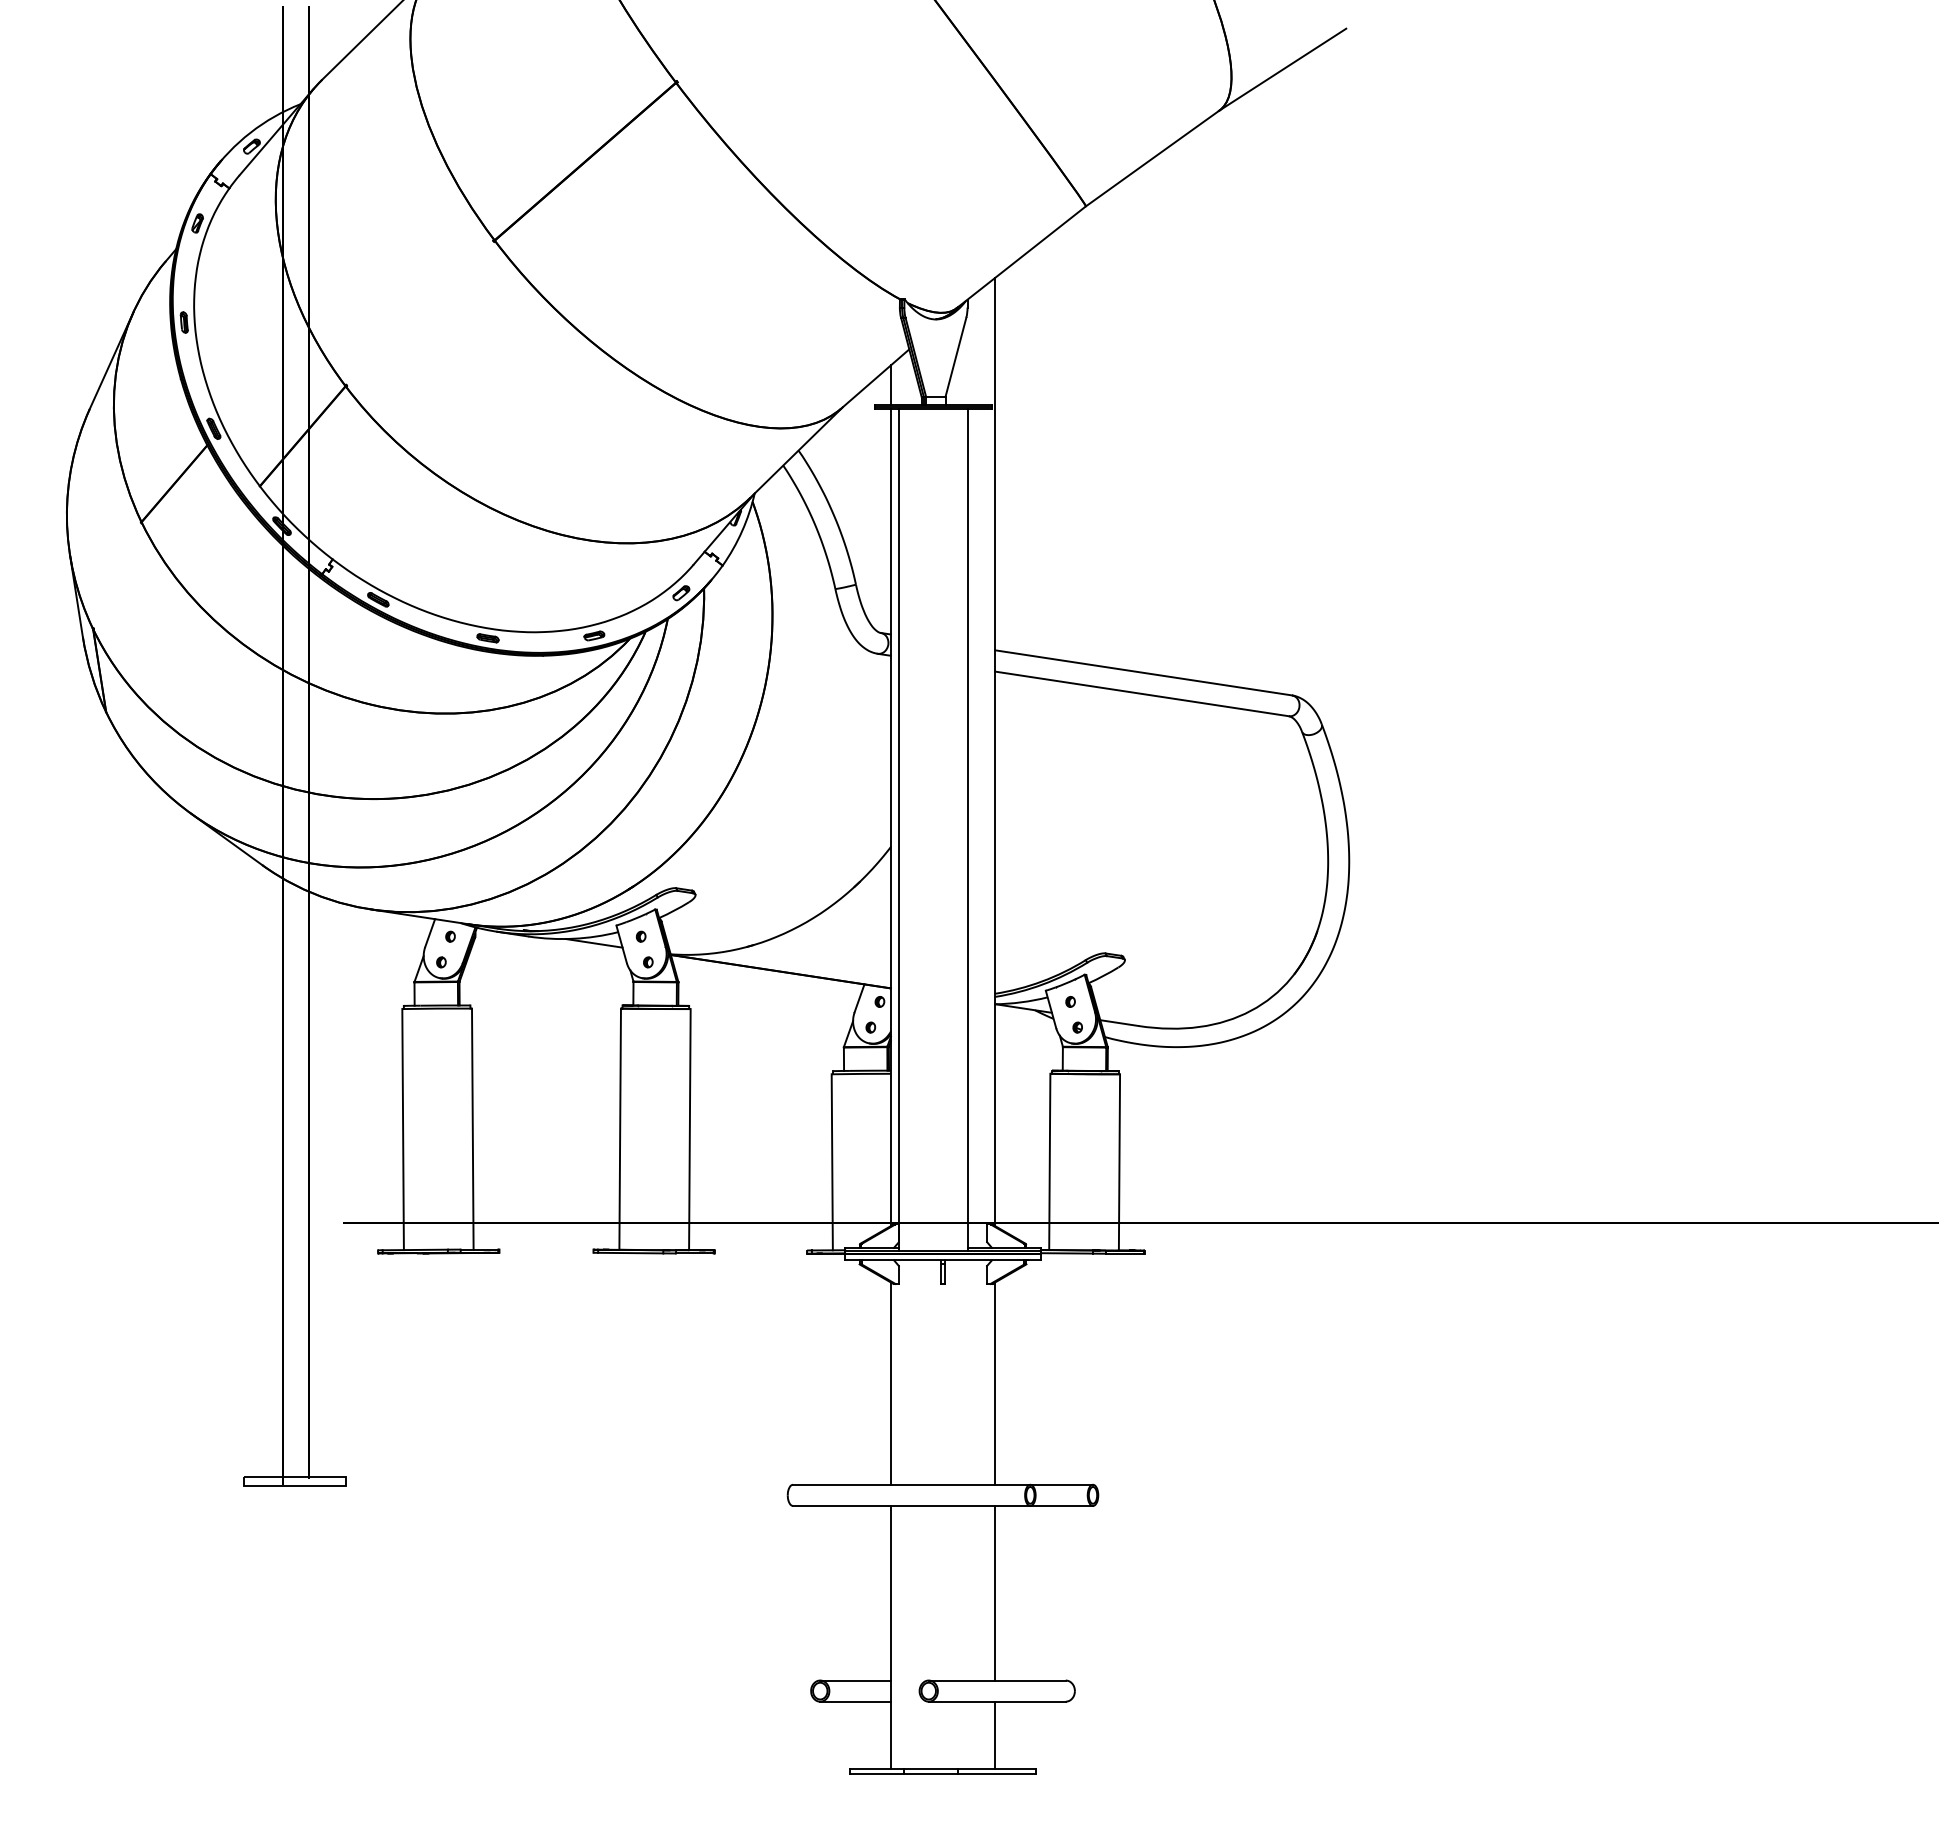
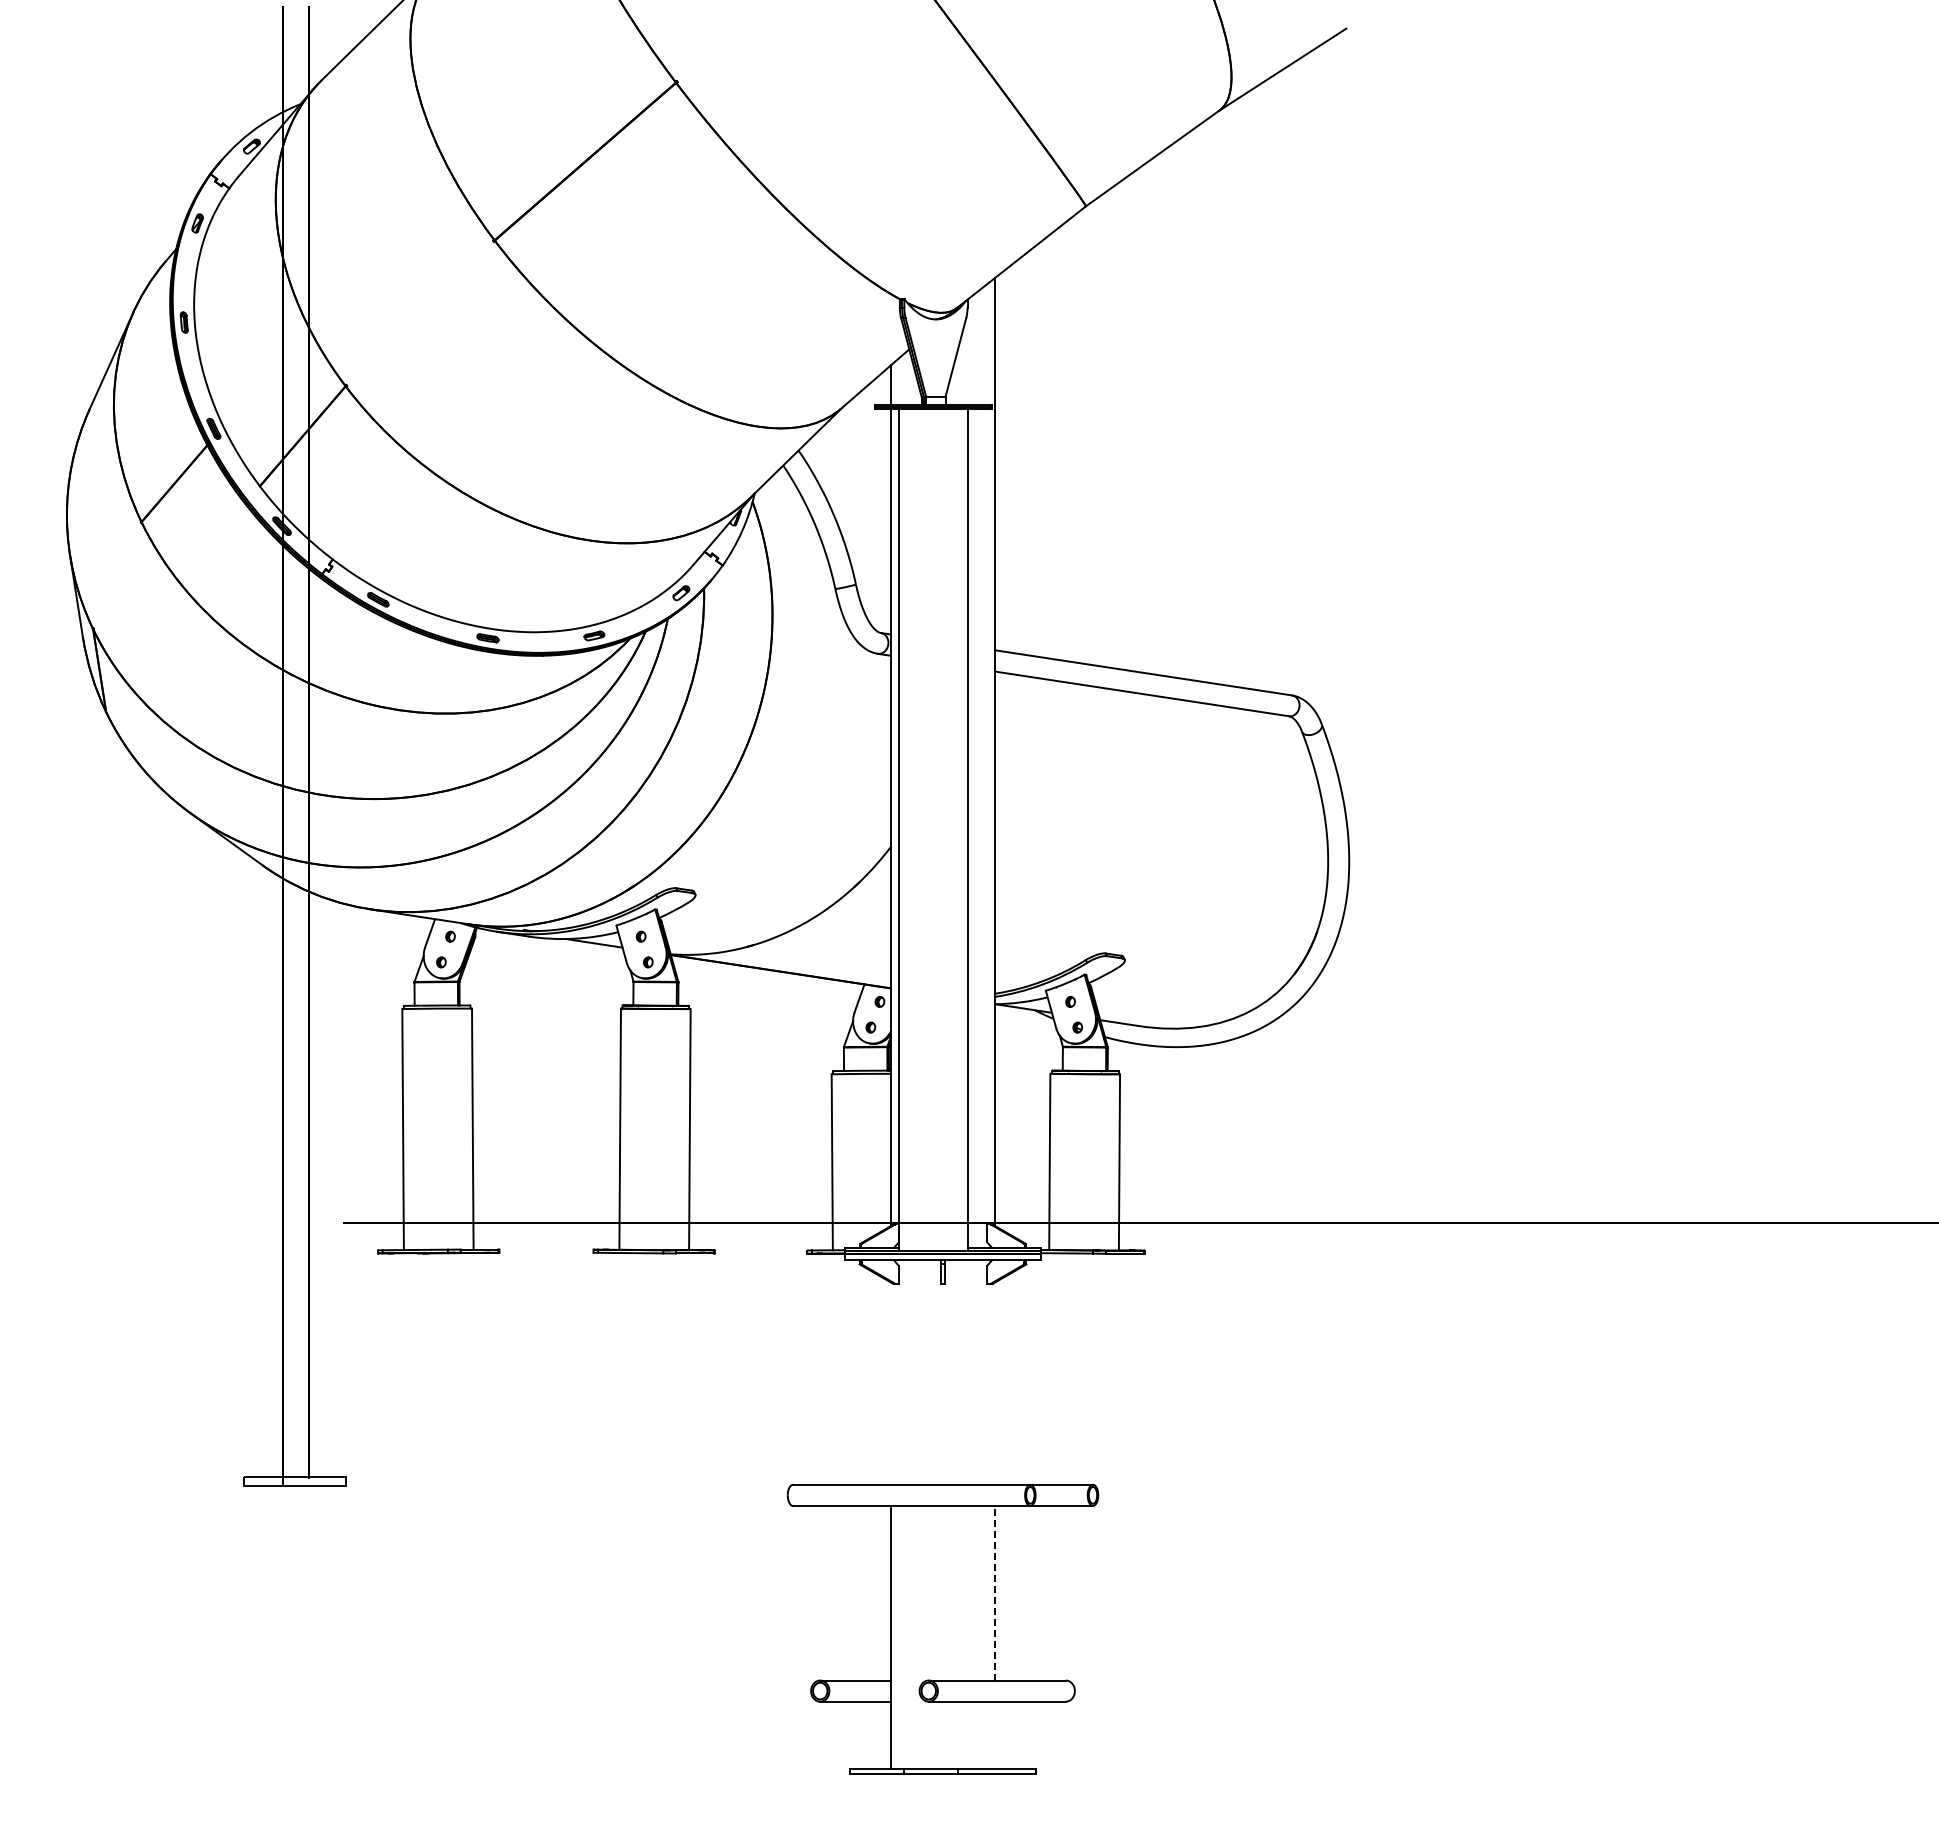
line at (890, 1383): present -> none
line at (995, 1383): present -> none
line at (995, 1592): solid -> dashed
line at (995, 1735): present -> none
